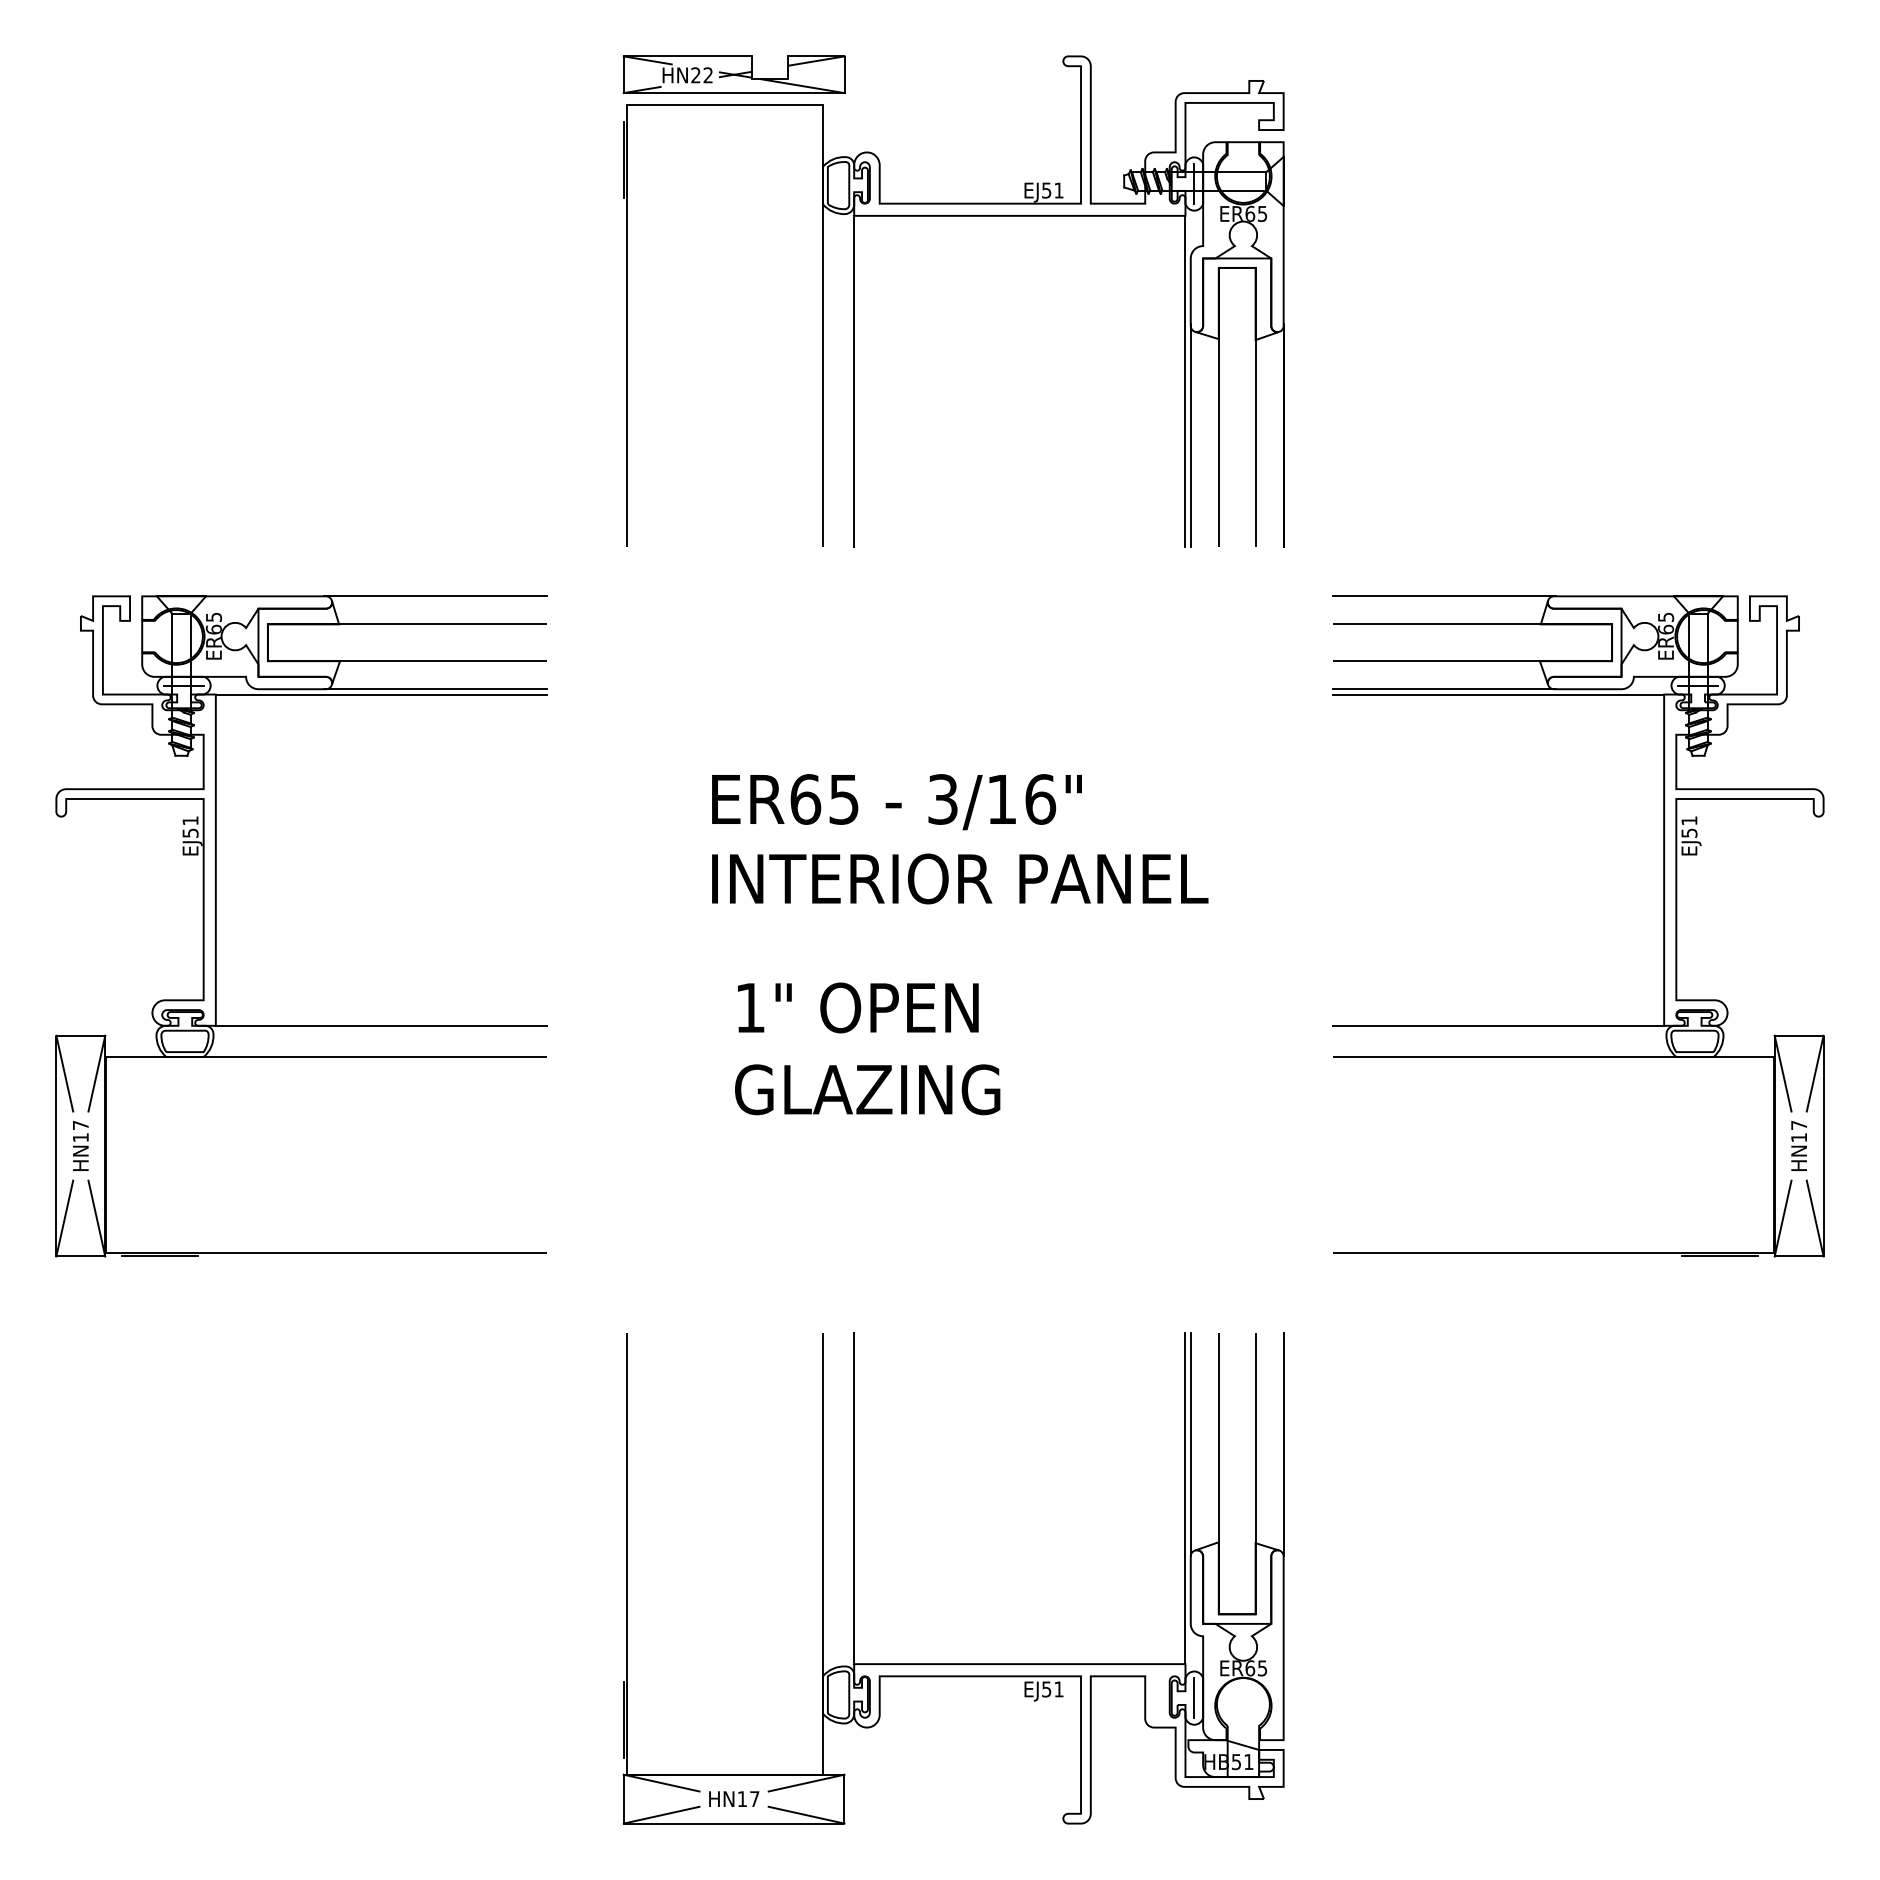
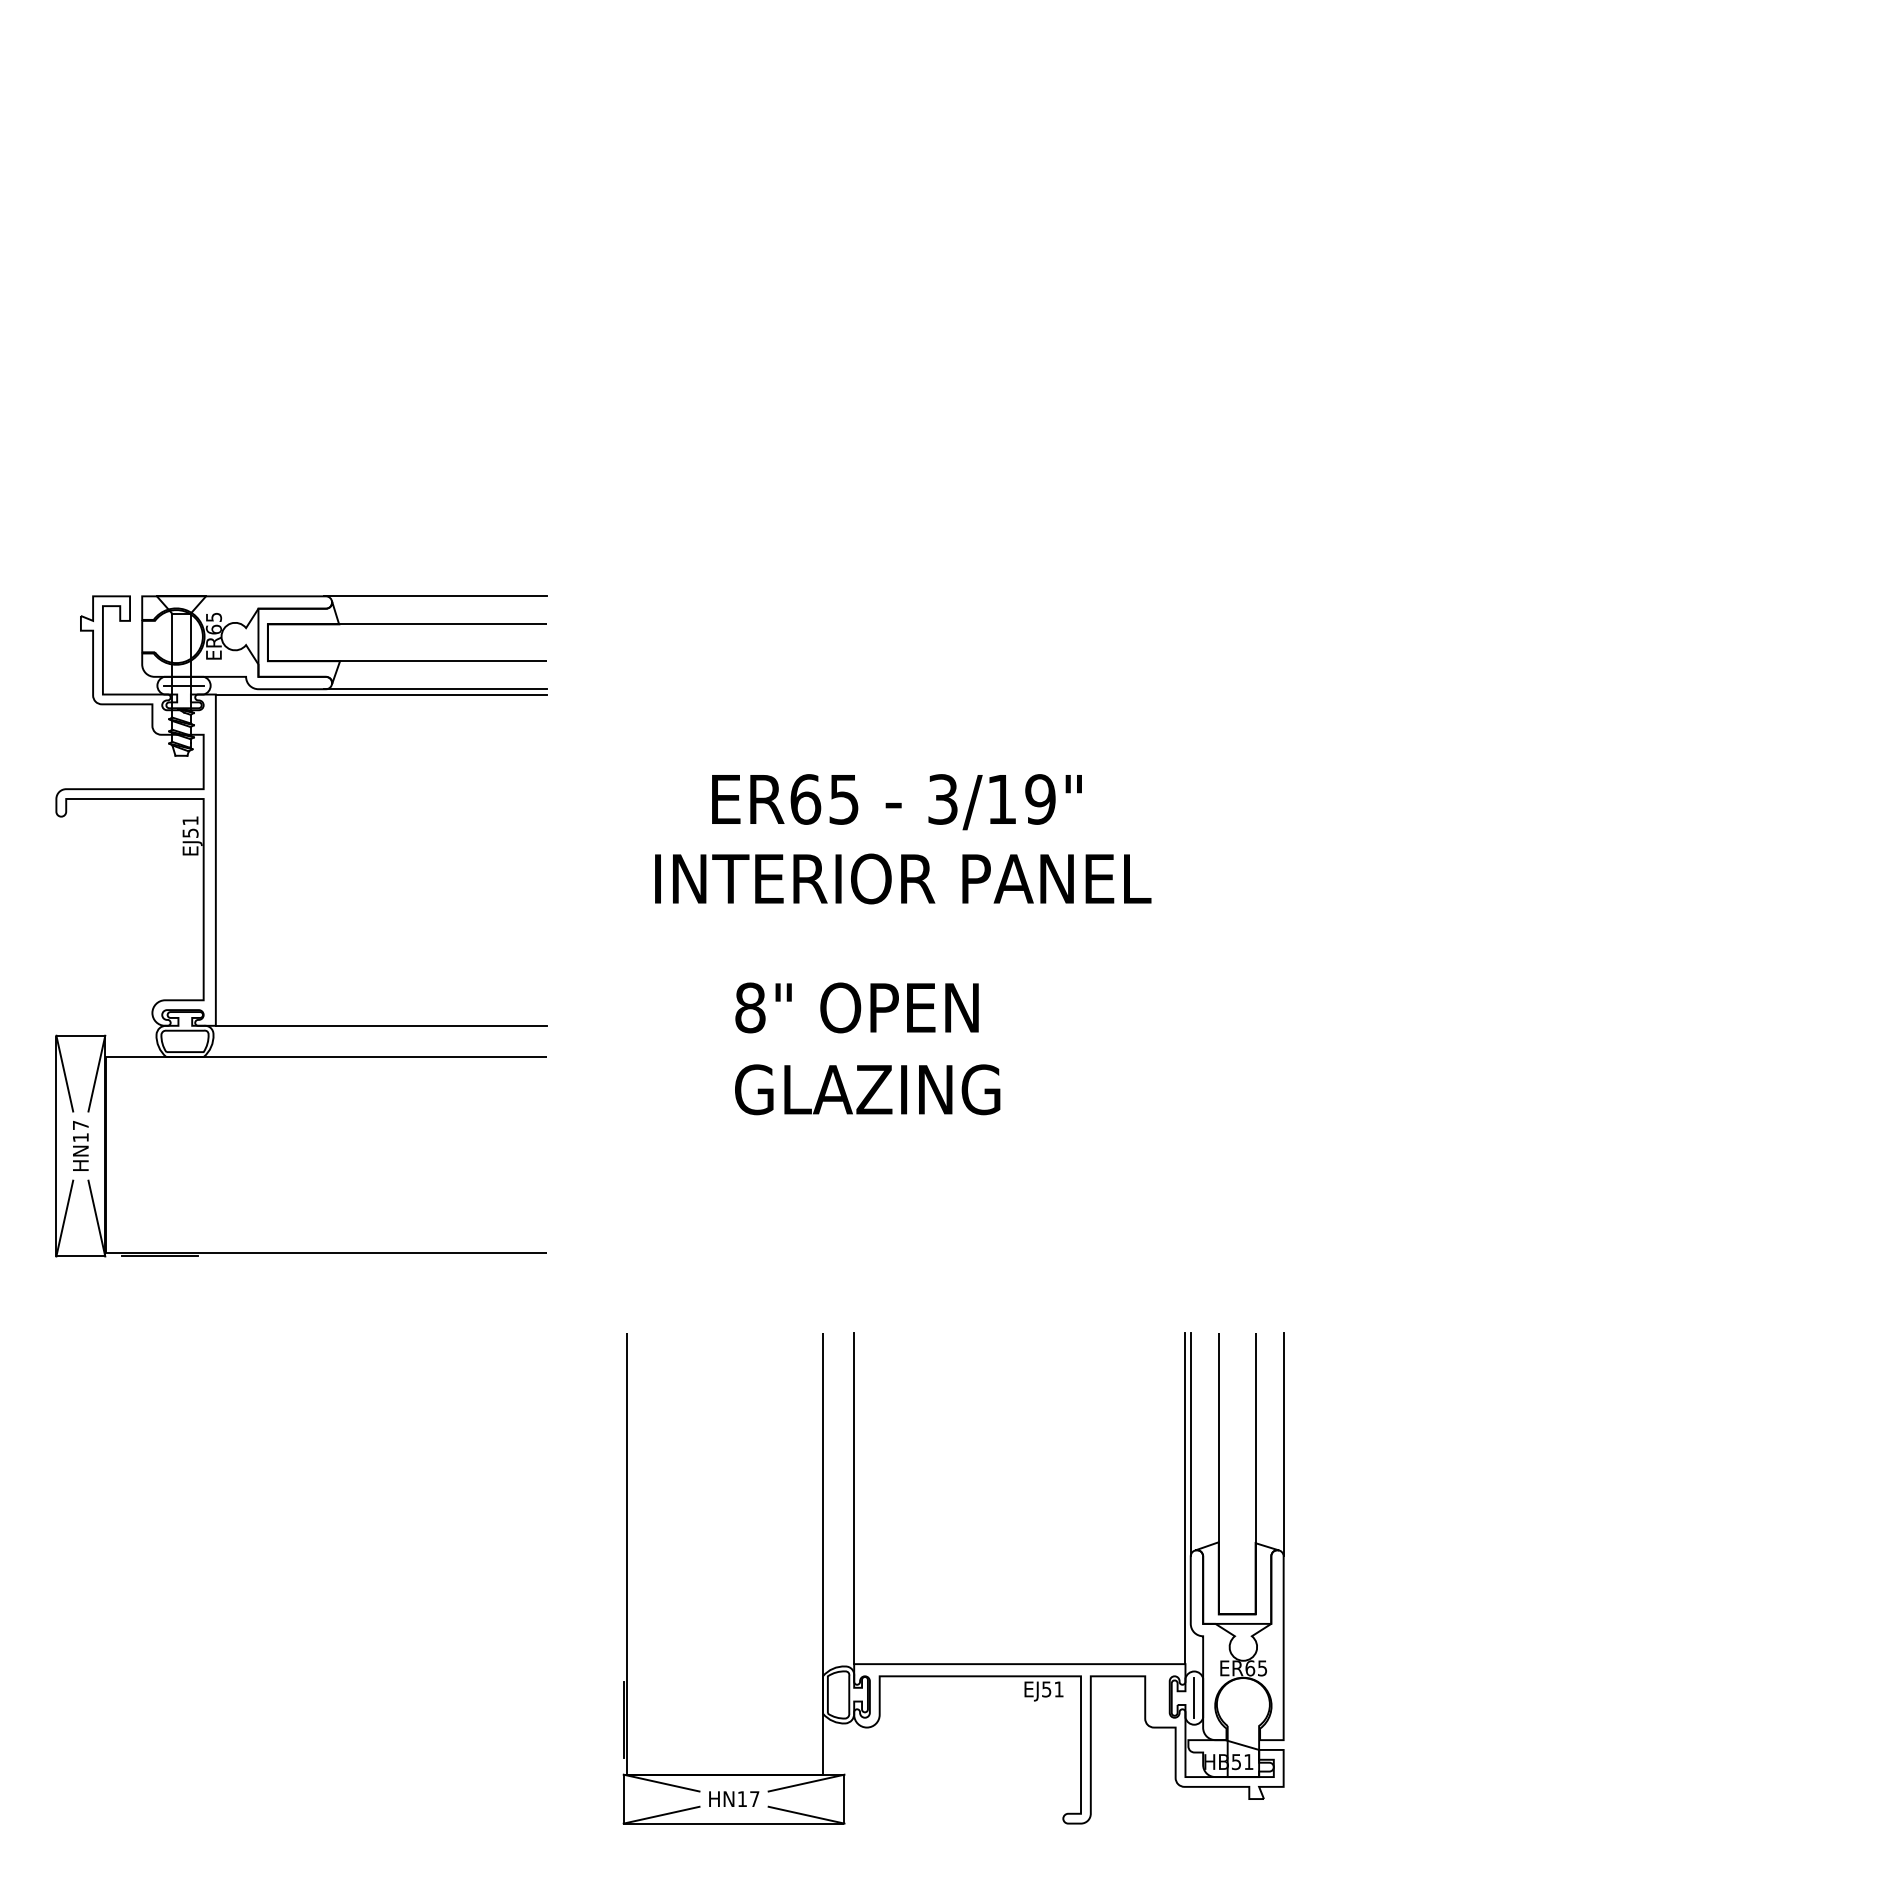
part at (953, 216): present -> none
text at (1040, 799): 3/16" -> 3/19"
text at (960, 878) position: (960, 878) -> (903, 878)
part at (1663, 926): present -> none
text at (750, 1007): 1" -> 8"
